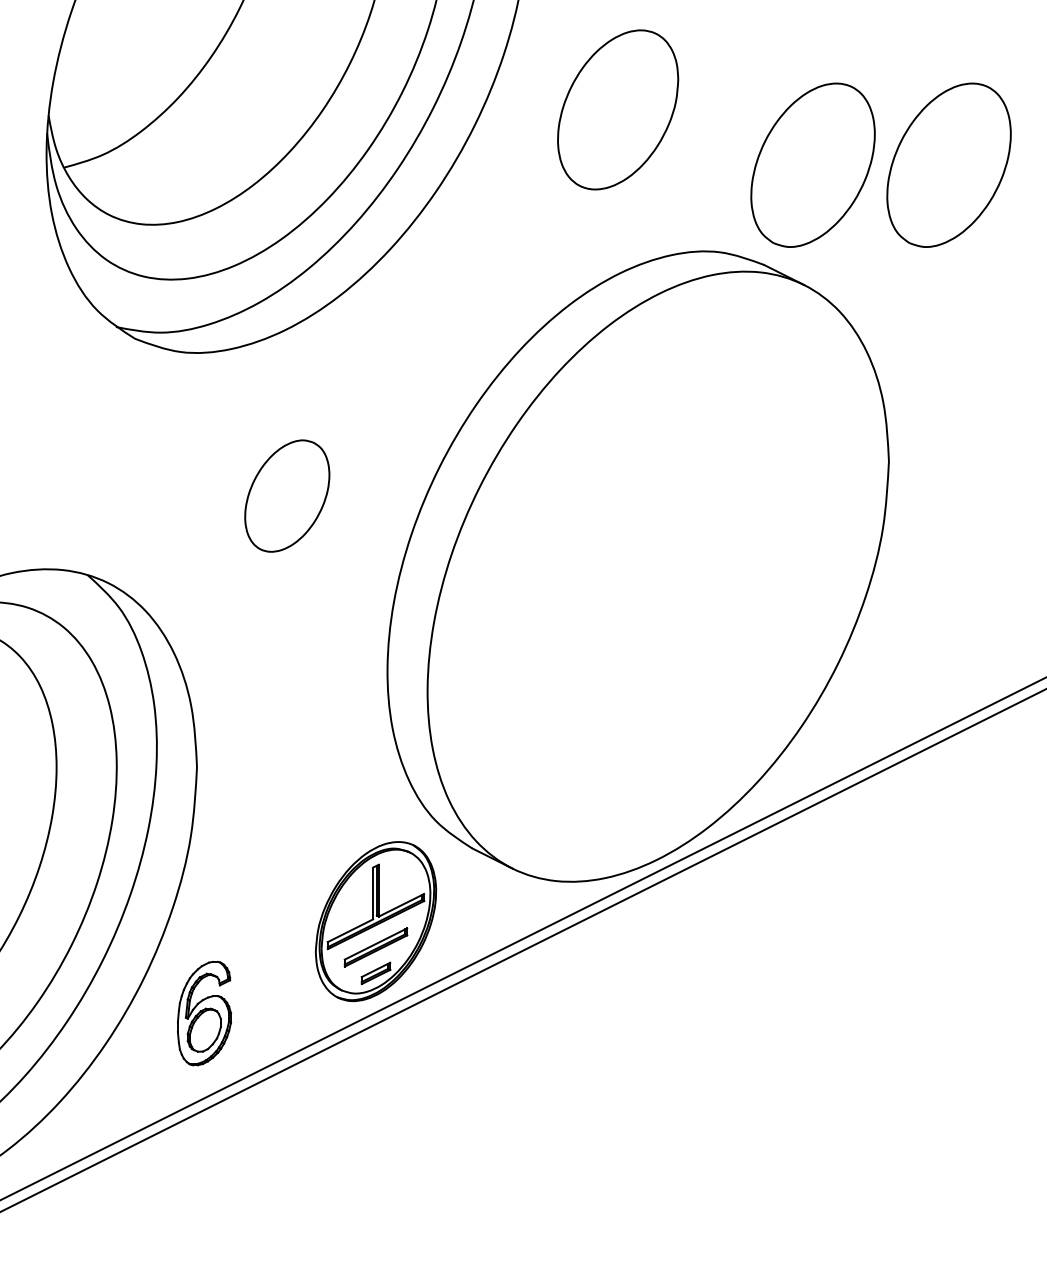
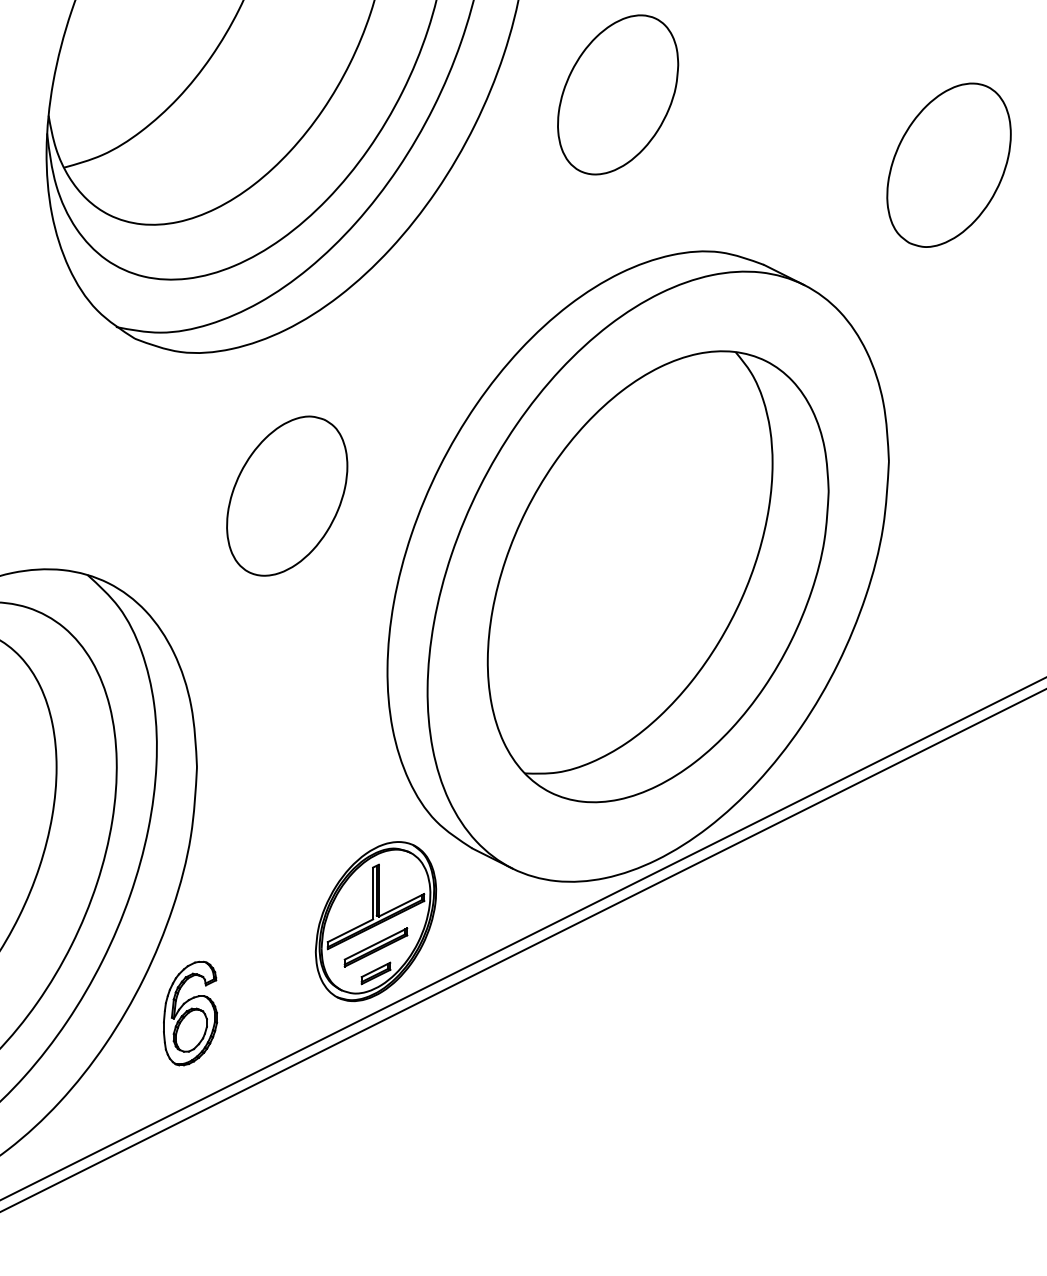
part at (618, 109) position: (618, 109) -> (618, 94)
part at (812, 164): present -> none
part at (287, 495) size: 87x114 px -> 123x162 px
part at (657, 576): none -> present
part at (204, 1013) position: (204, 1013) -> (190, 1013)
